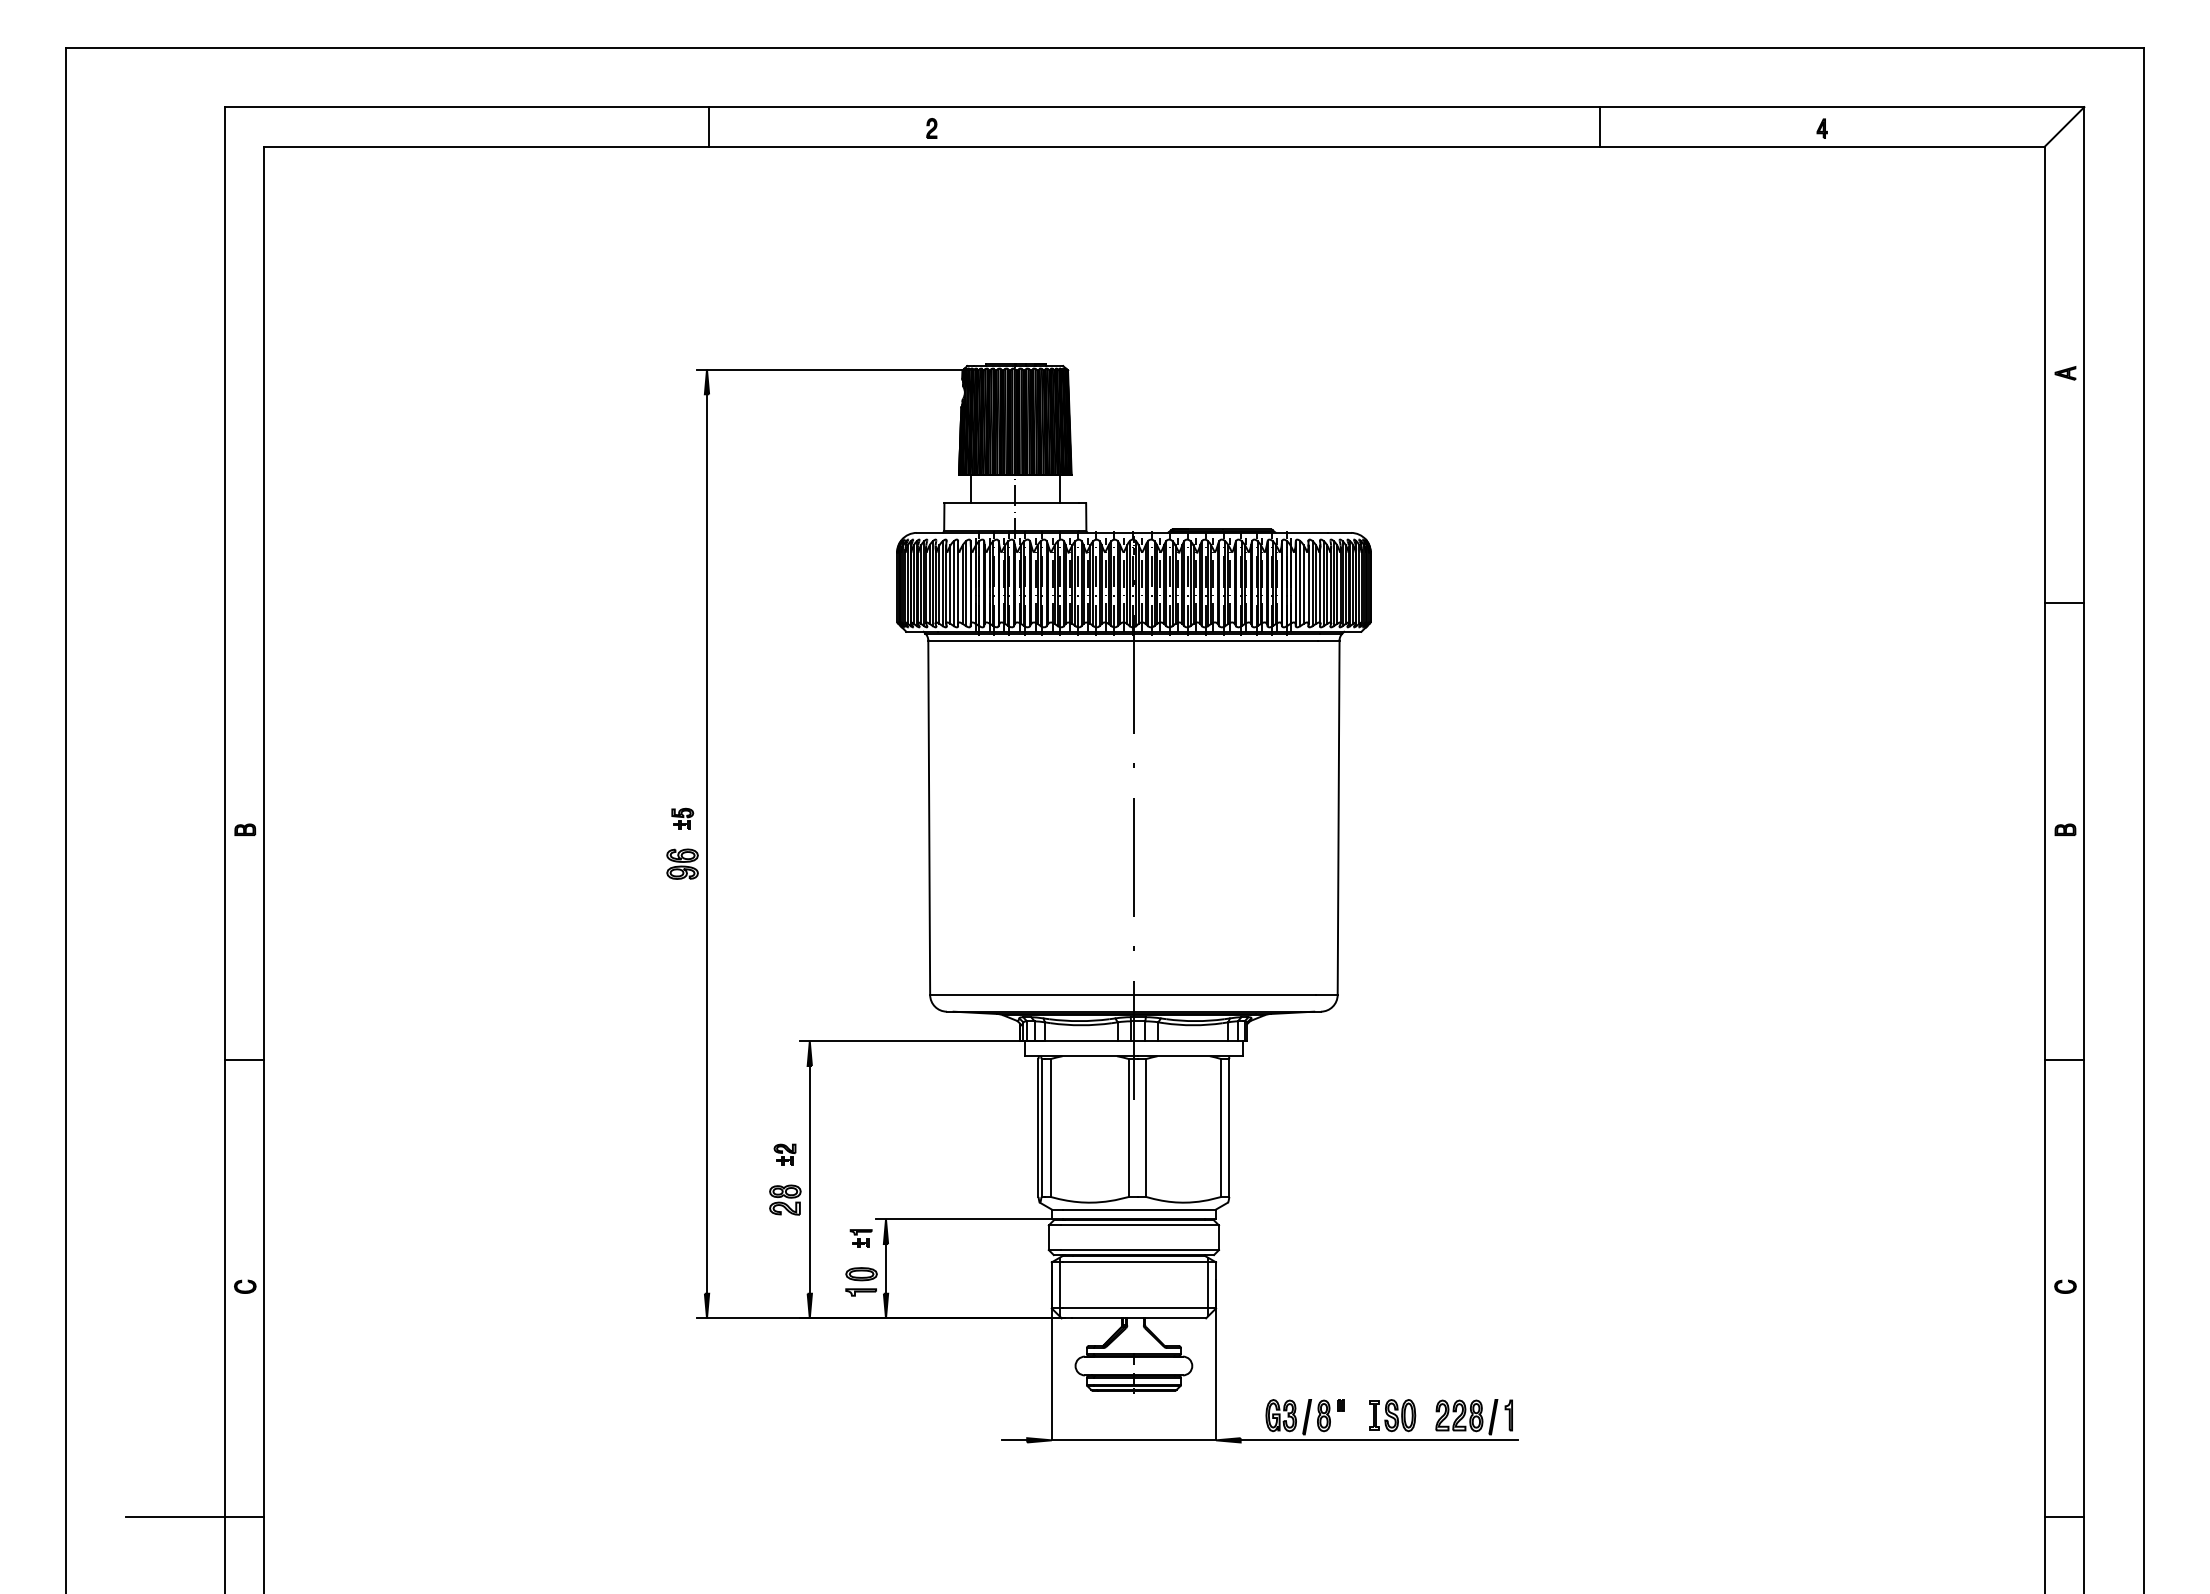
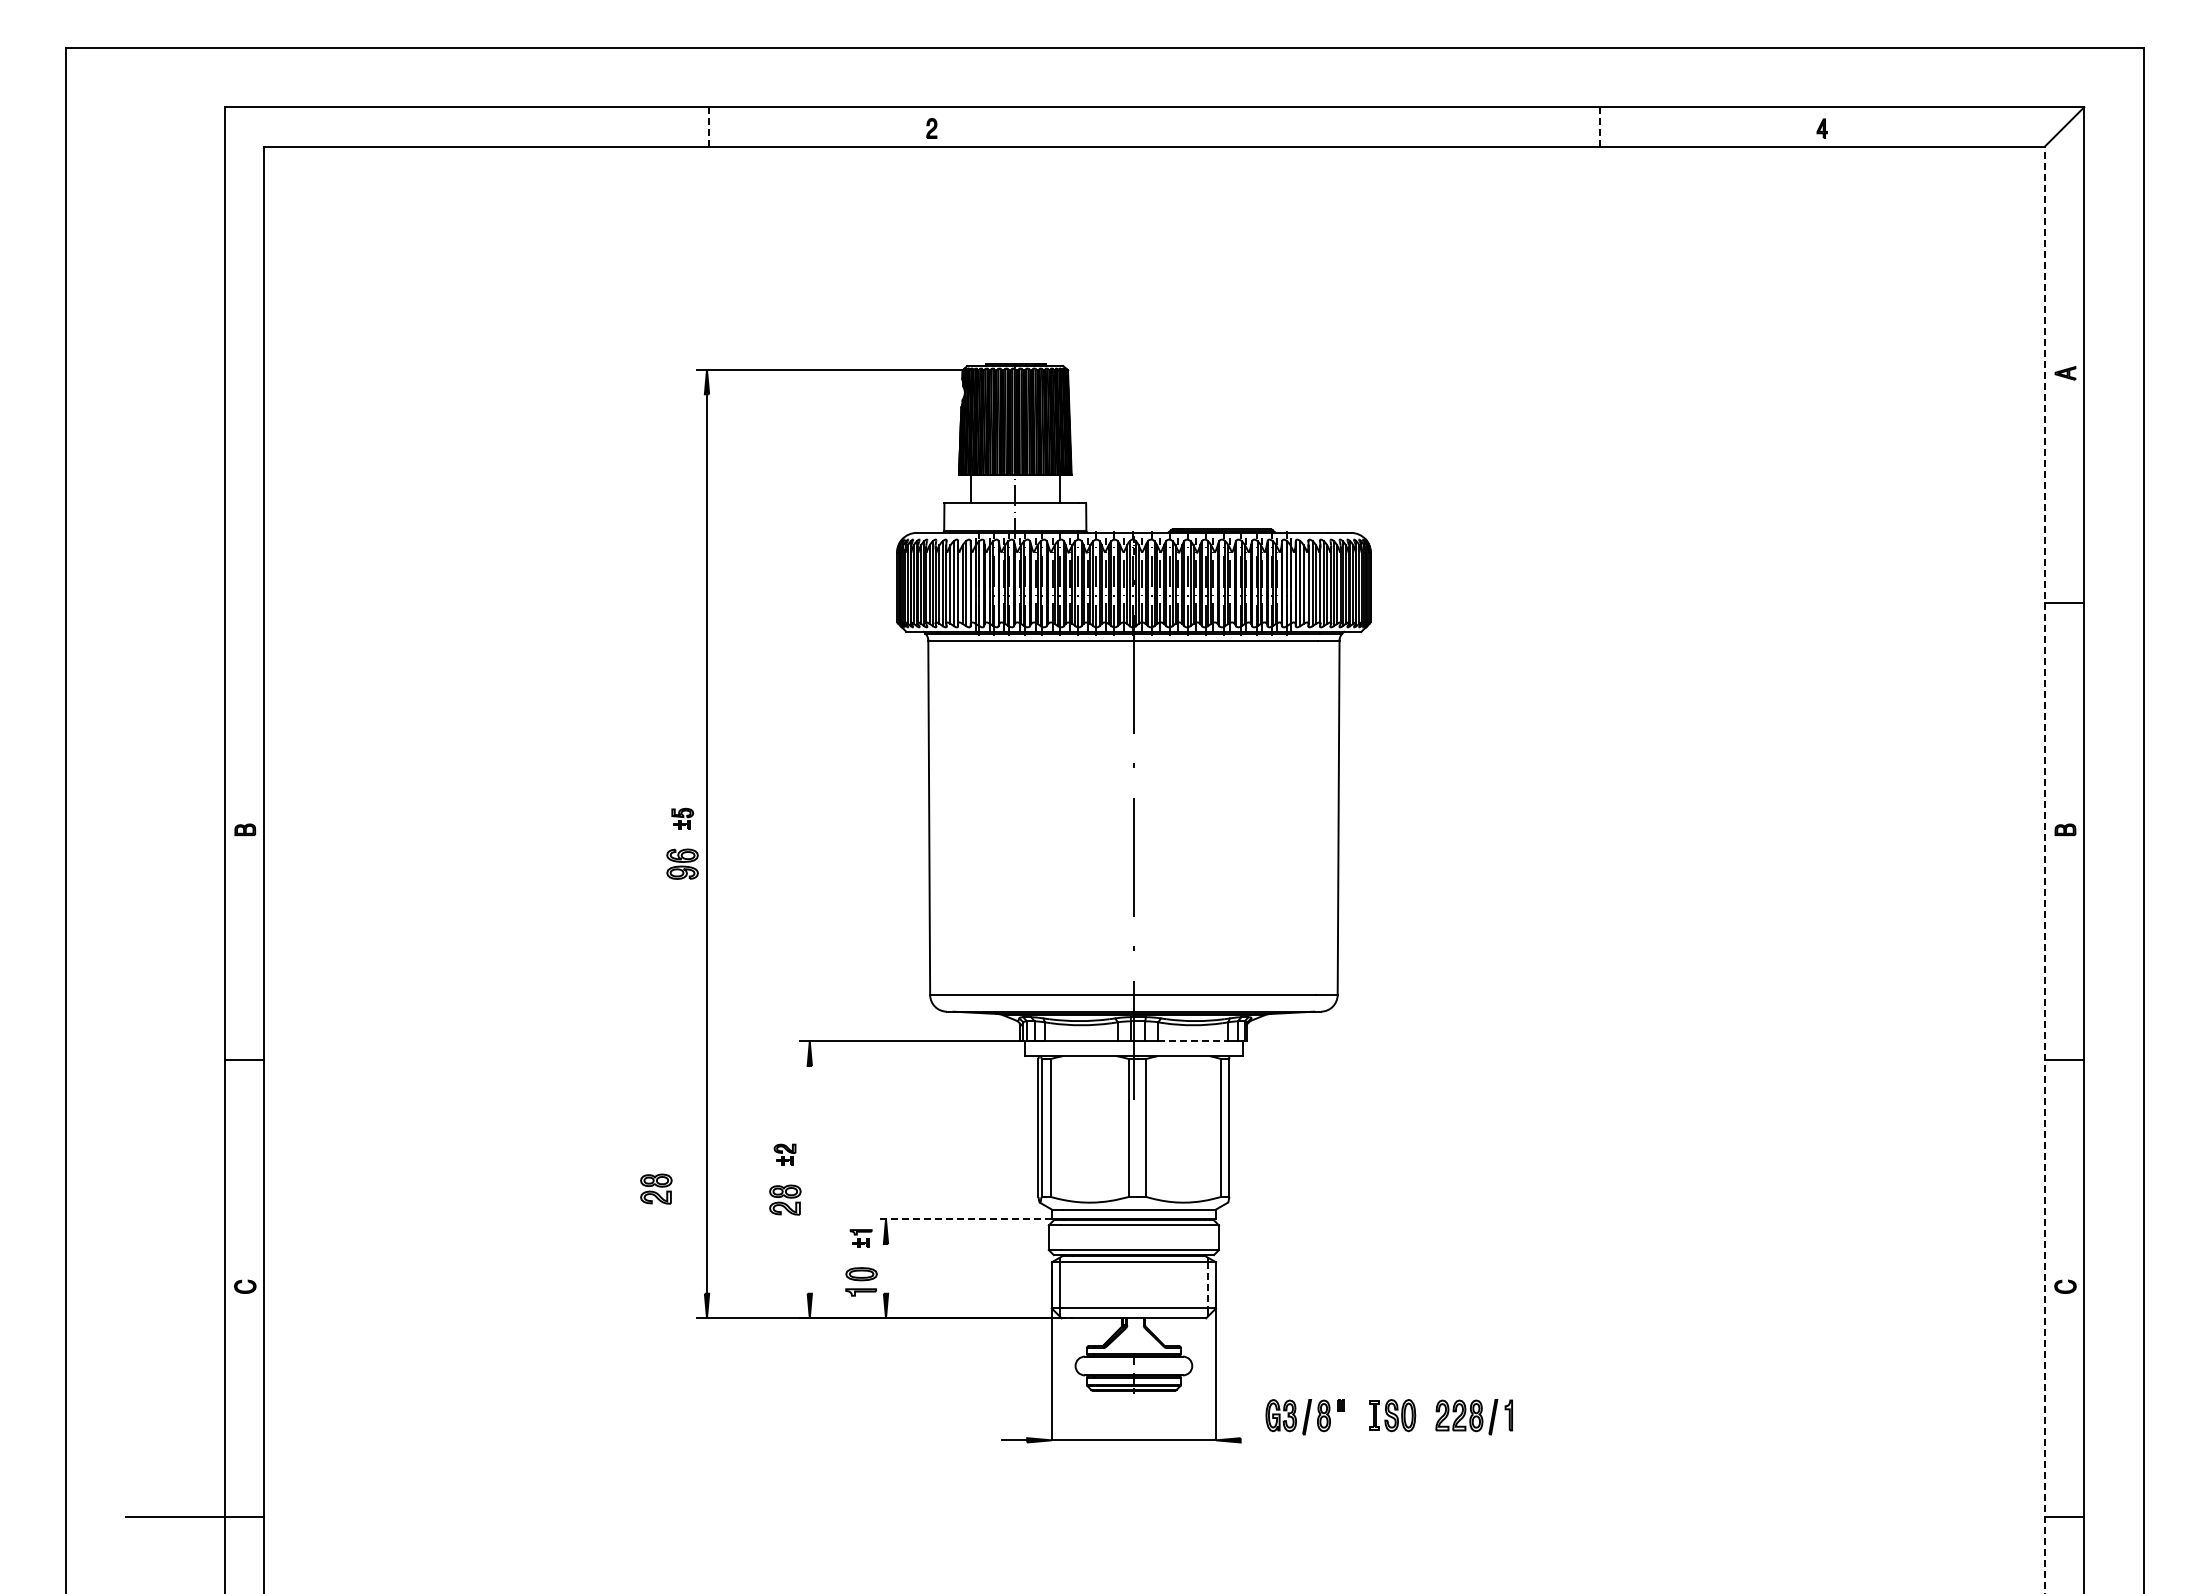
line at (709, 126): solid -> dashed
line at (1599, 126): solid -> dashed
line at (2044, 869): solid -> dashed
line at (1193, 1041): solid -> dashed
line at (809, 1179): present -> none
part at (656, 1188): none -> present
line at (964, 1219): solid -> dashed
line at (886, 1268): present -> none
line at (1208, 1285): solid -> dashed
line at (1378, 1440): present -> none
